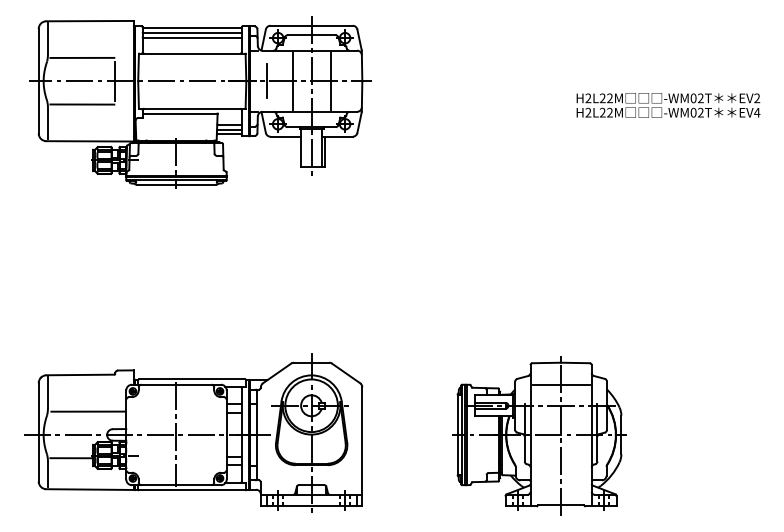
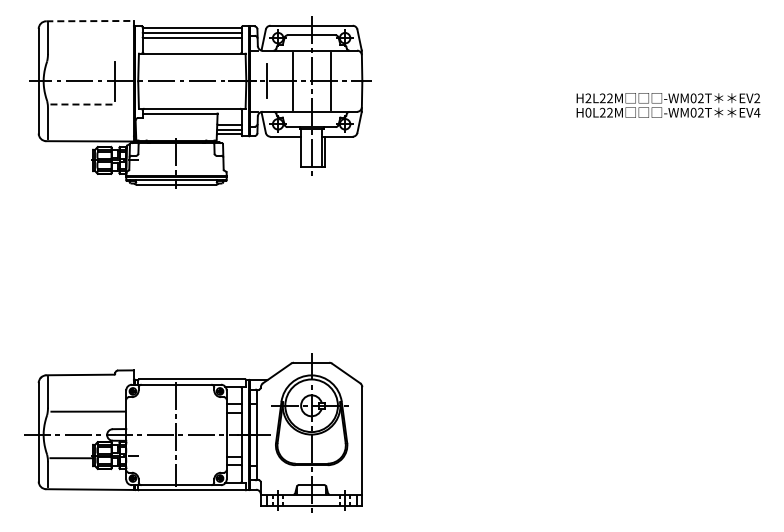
line at (90, 21): solid -> dashed
line at (82, 57): present -> none
line at (82, 104): solid -> dashed
text at (588, 112): H2L22M -> H0L22M
part at (539, 435): present -> none
